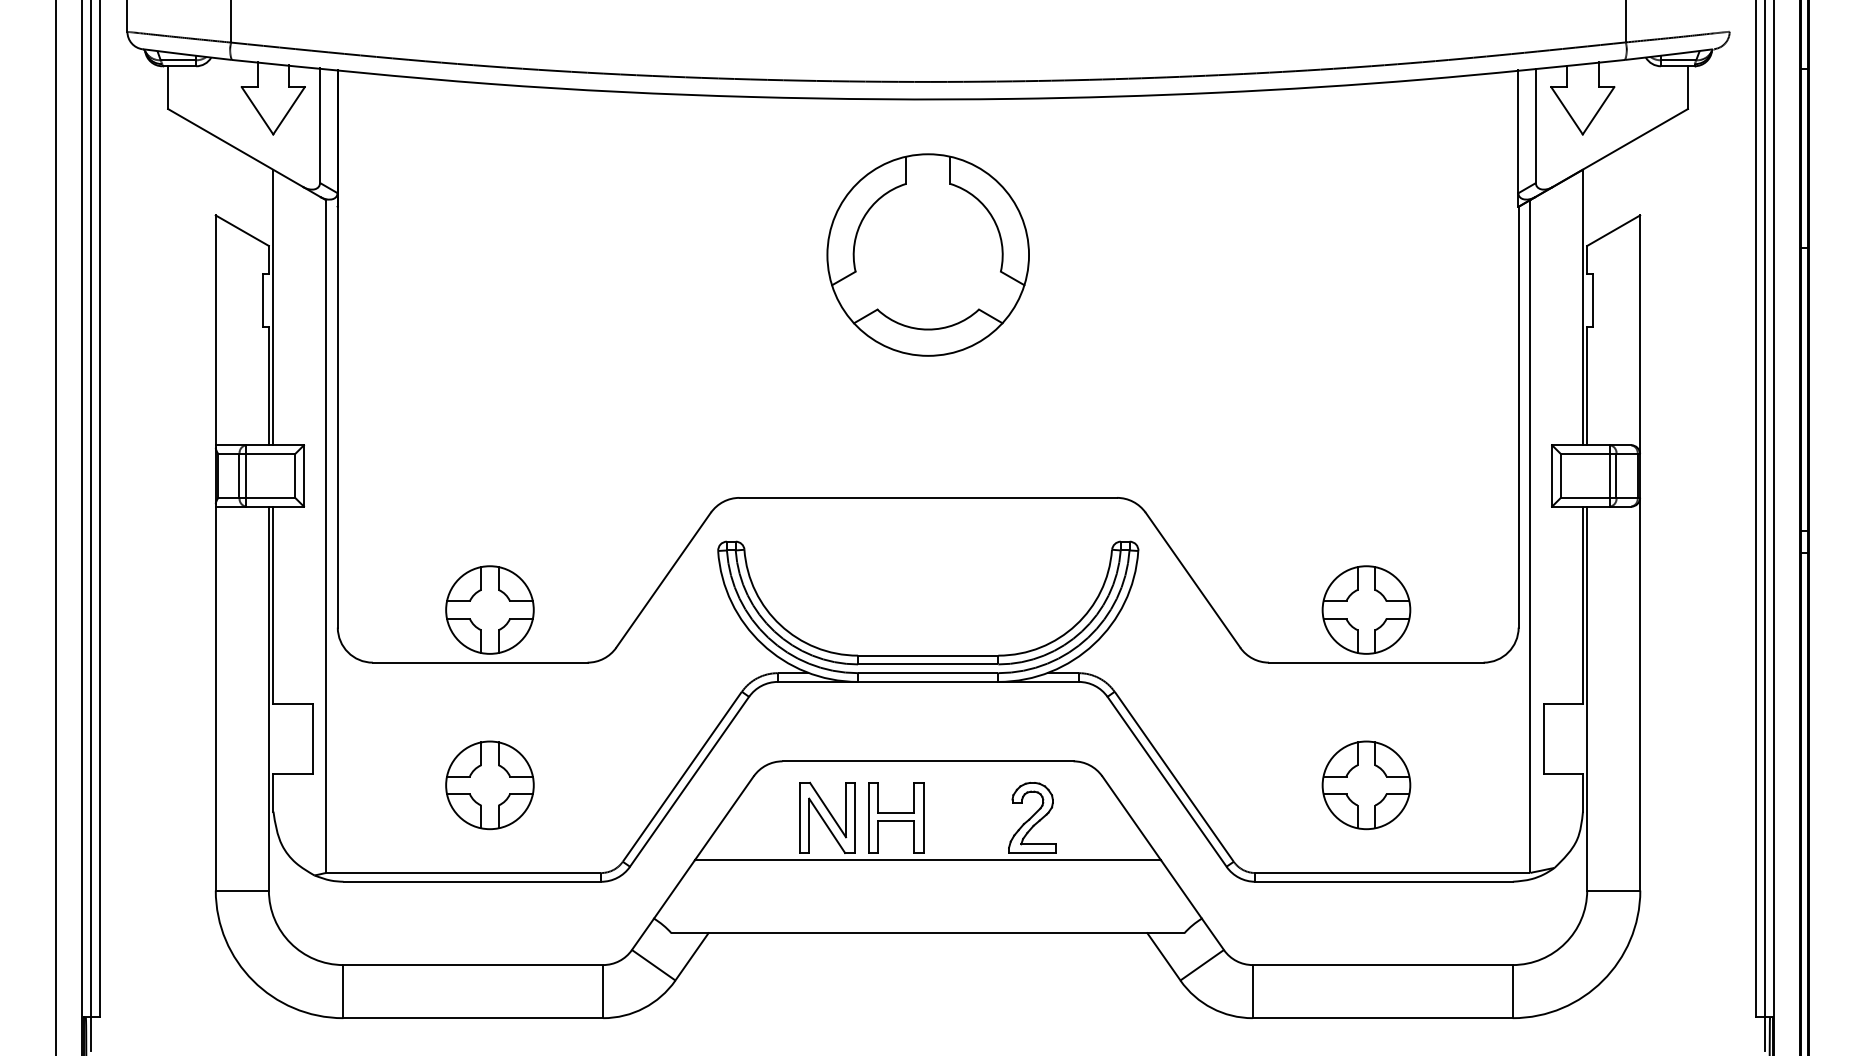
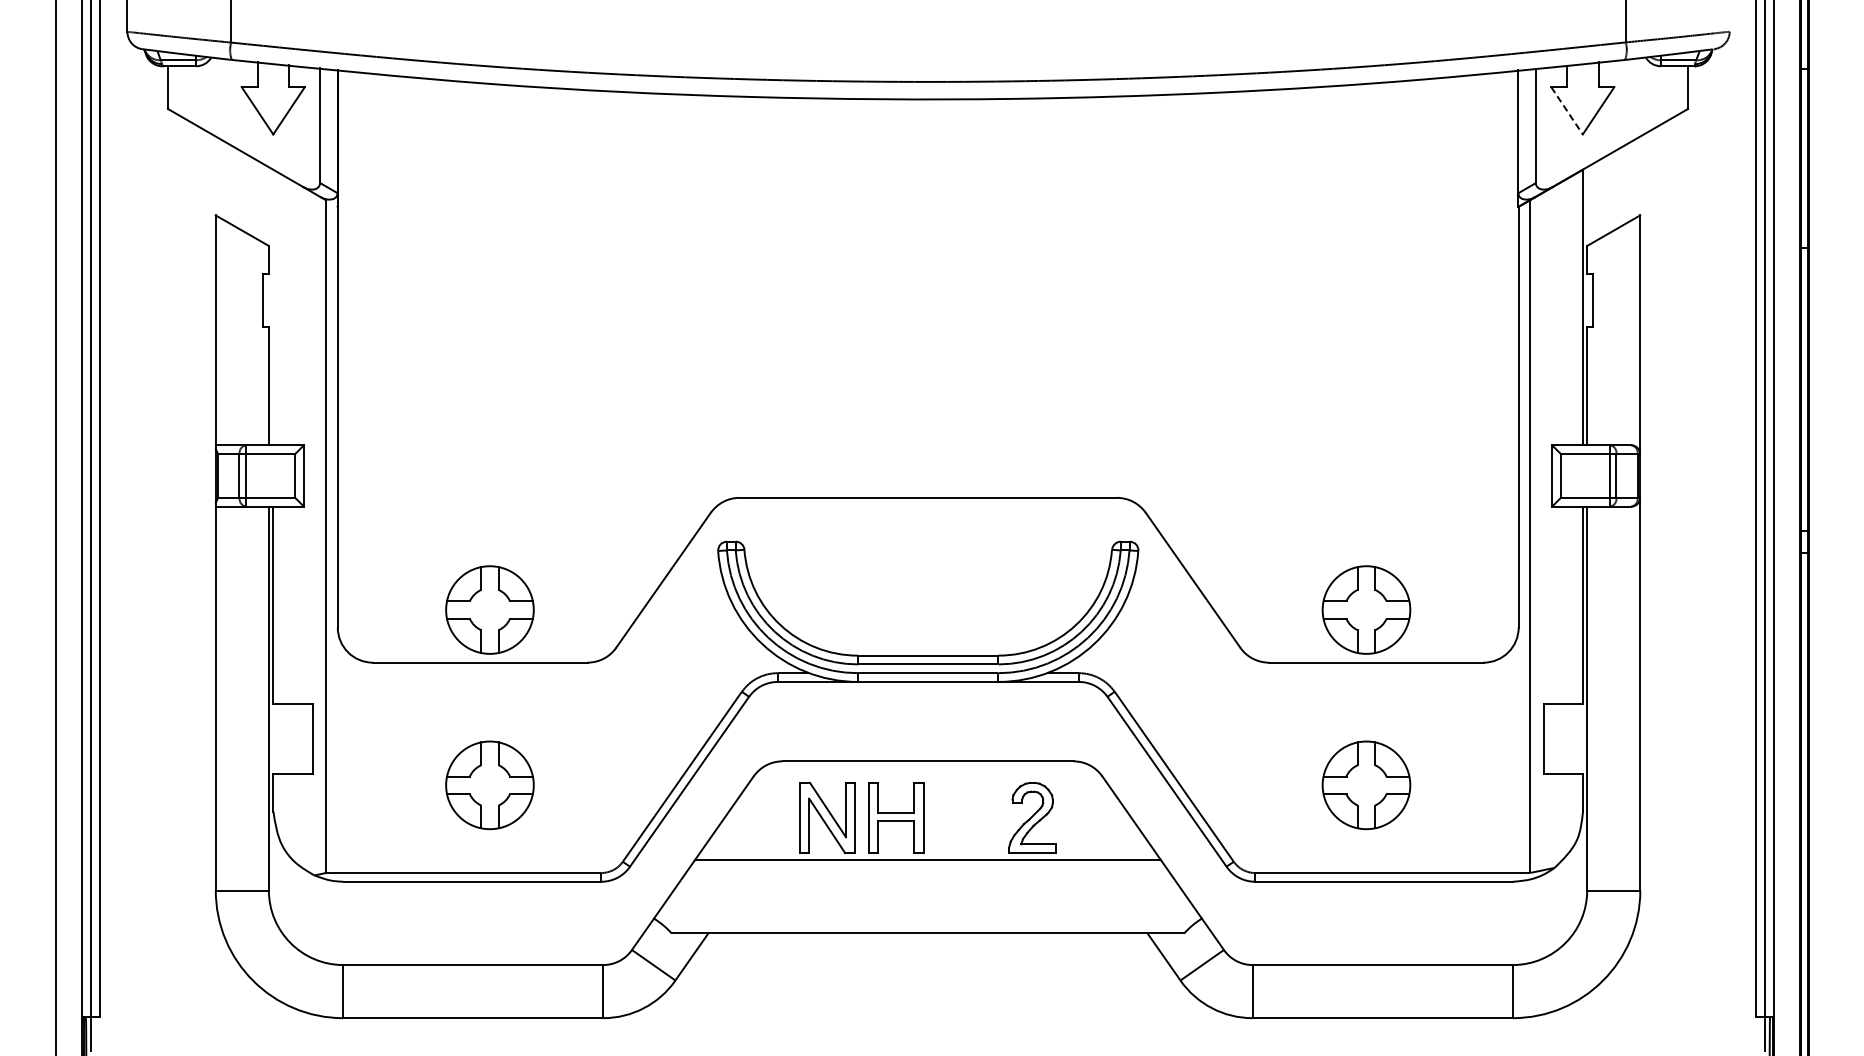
line at (1567, 111): solid -> dashed
part at (927, 254): present -> none
line at (273, 307): present -> none
